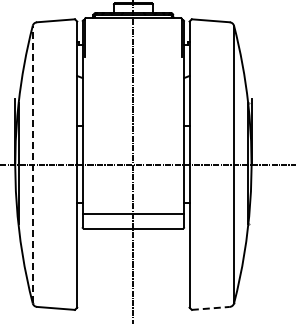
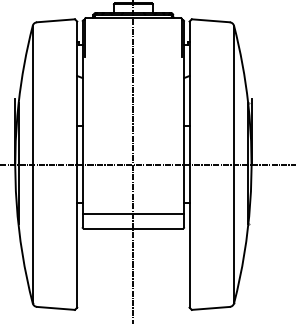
line at (32, 164): dashed -> solid
line at (211, 308): dashed -> solid
